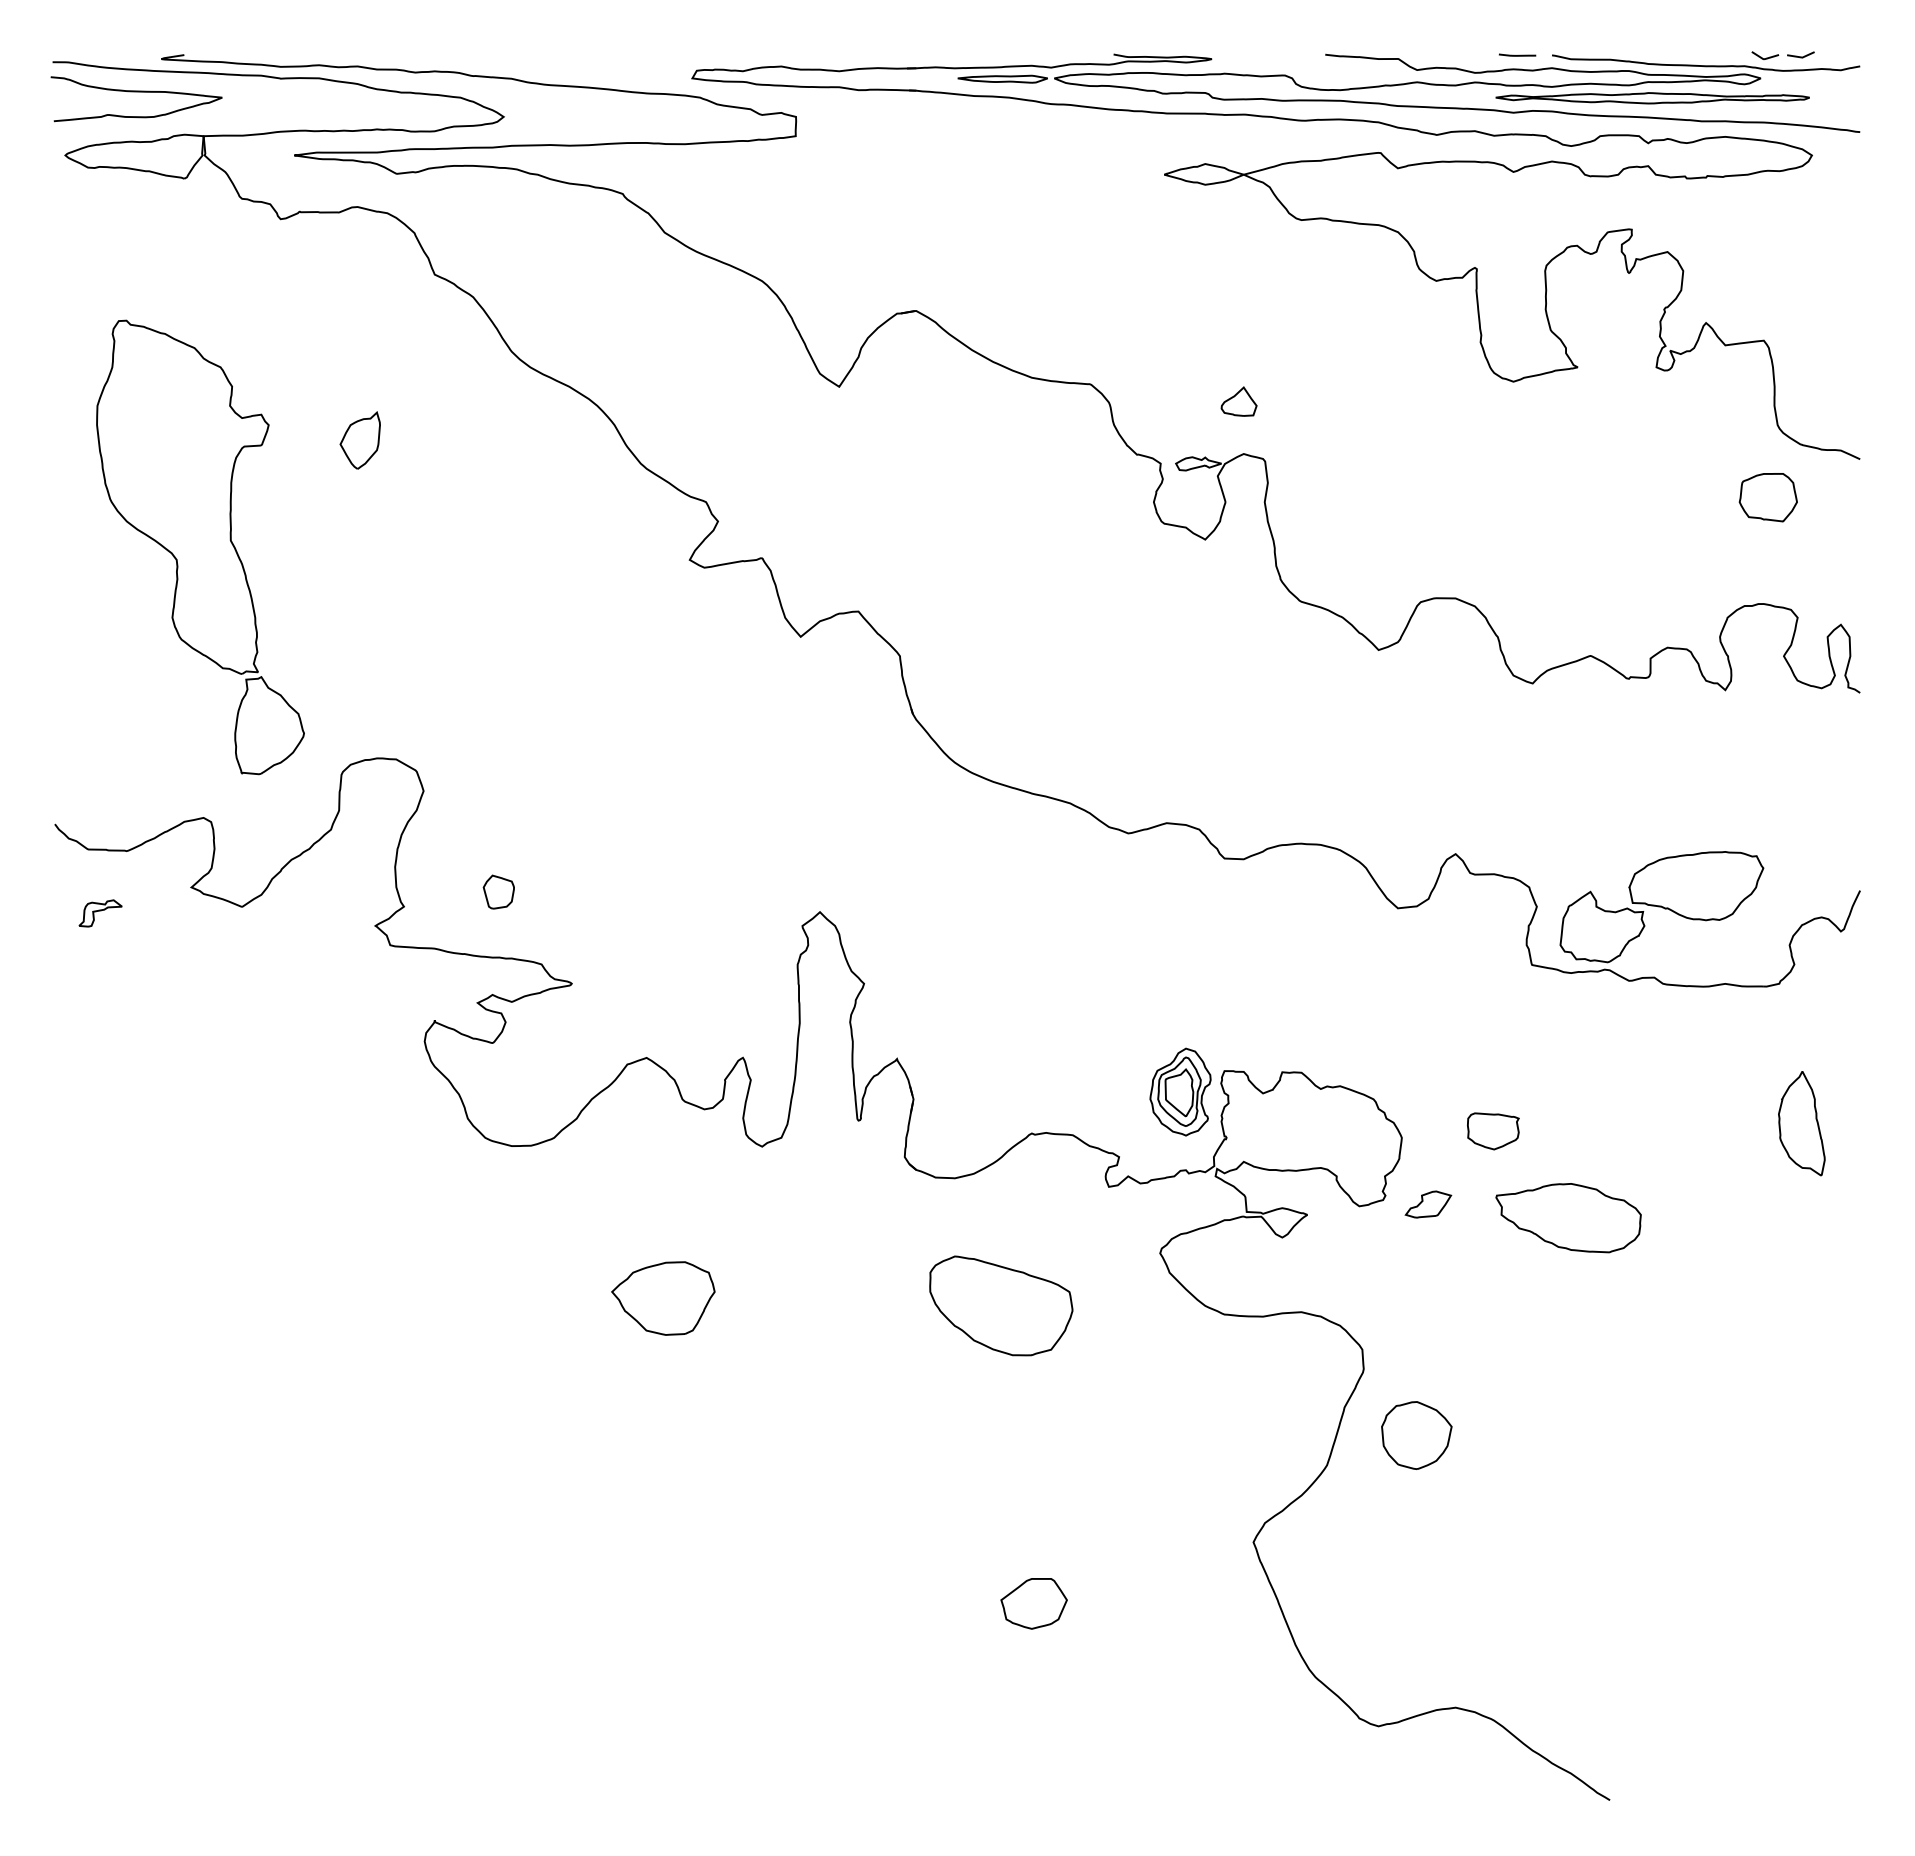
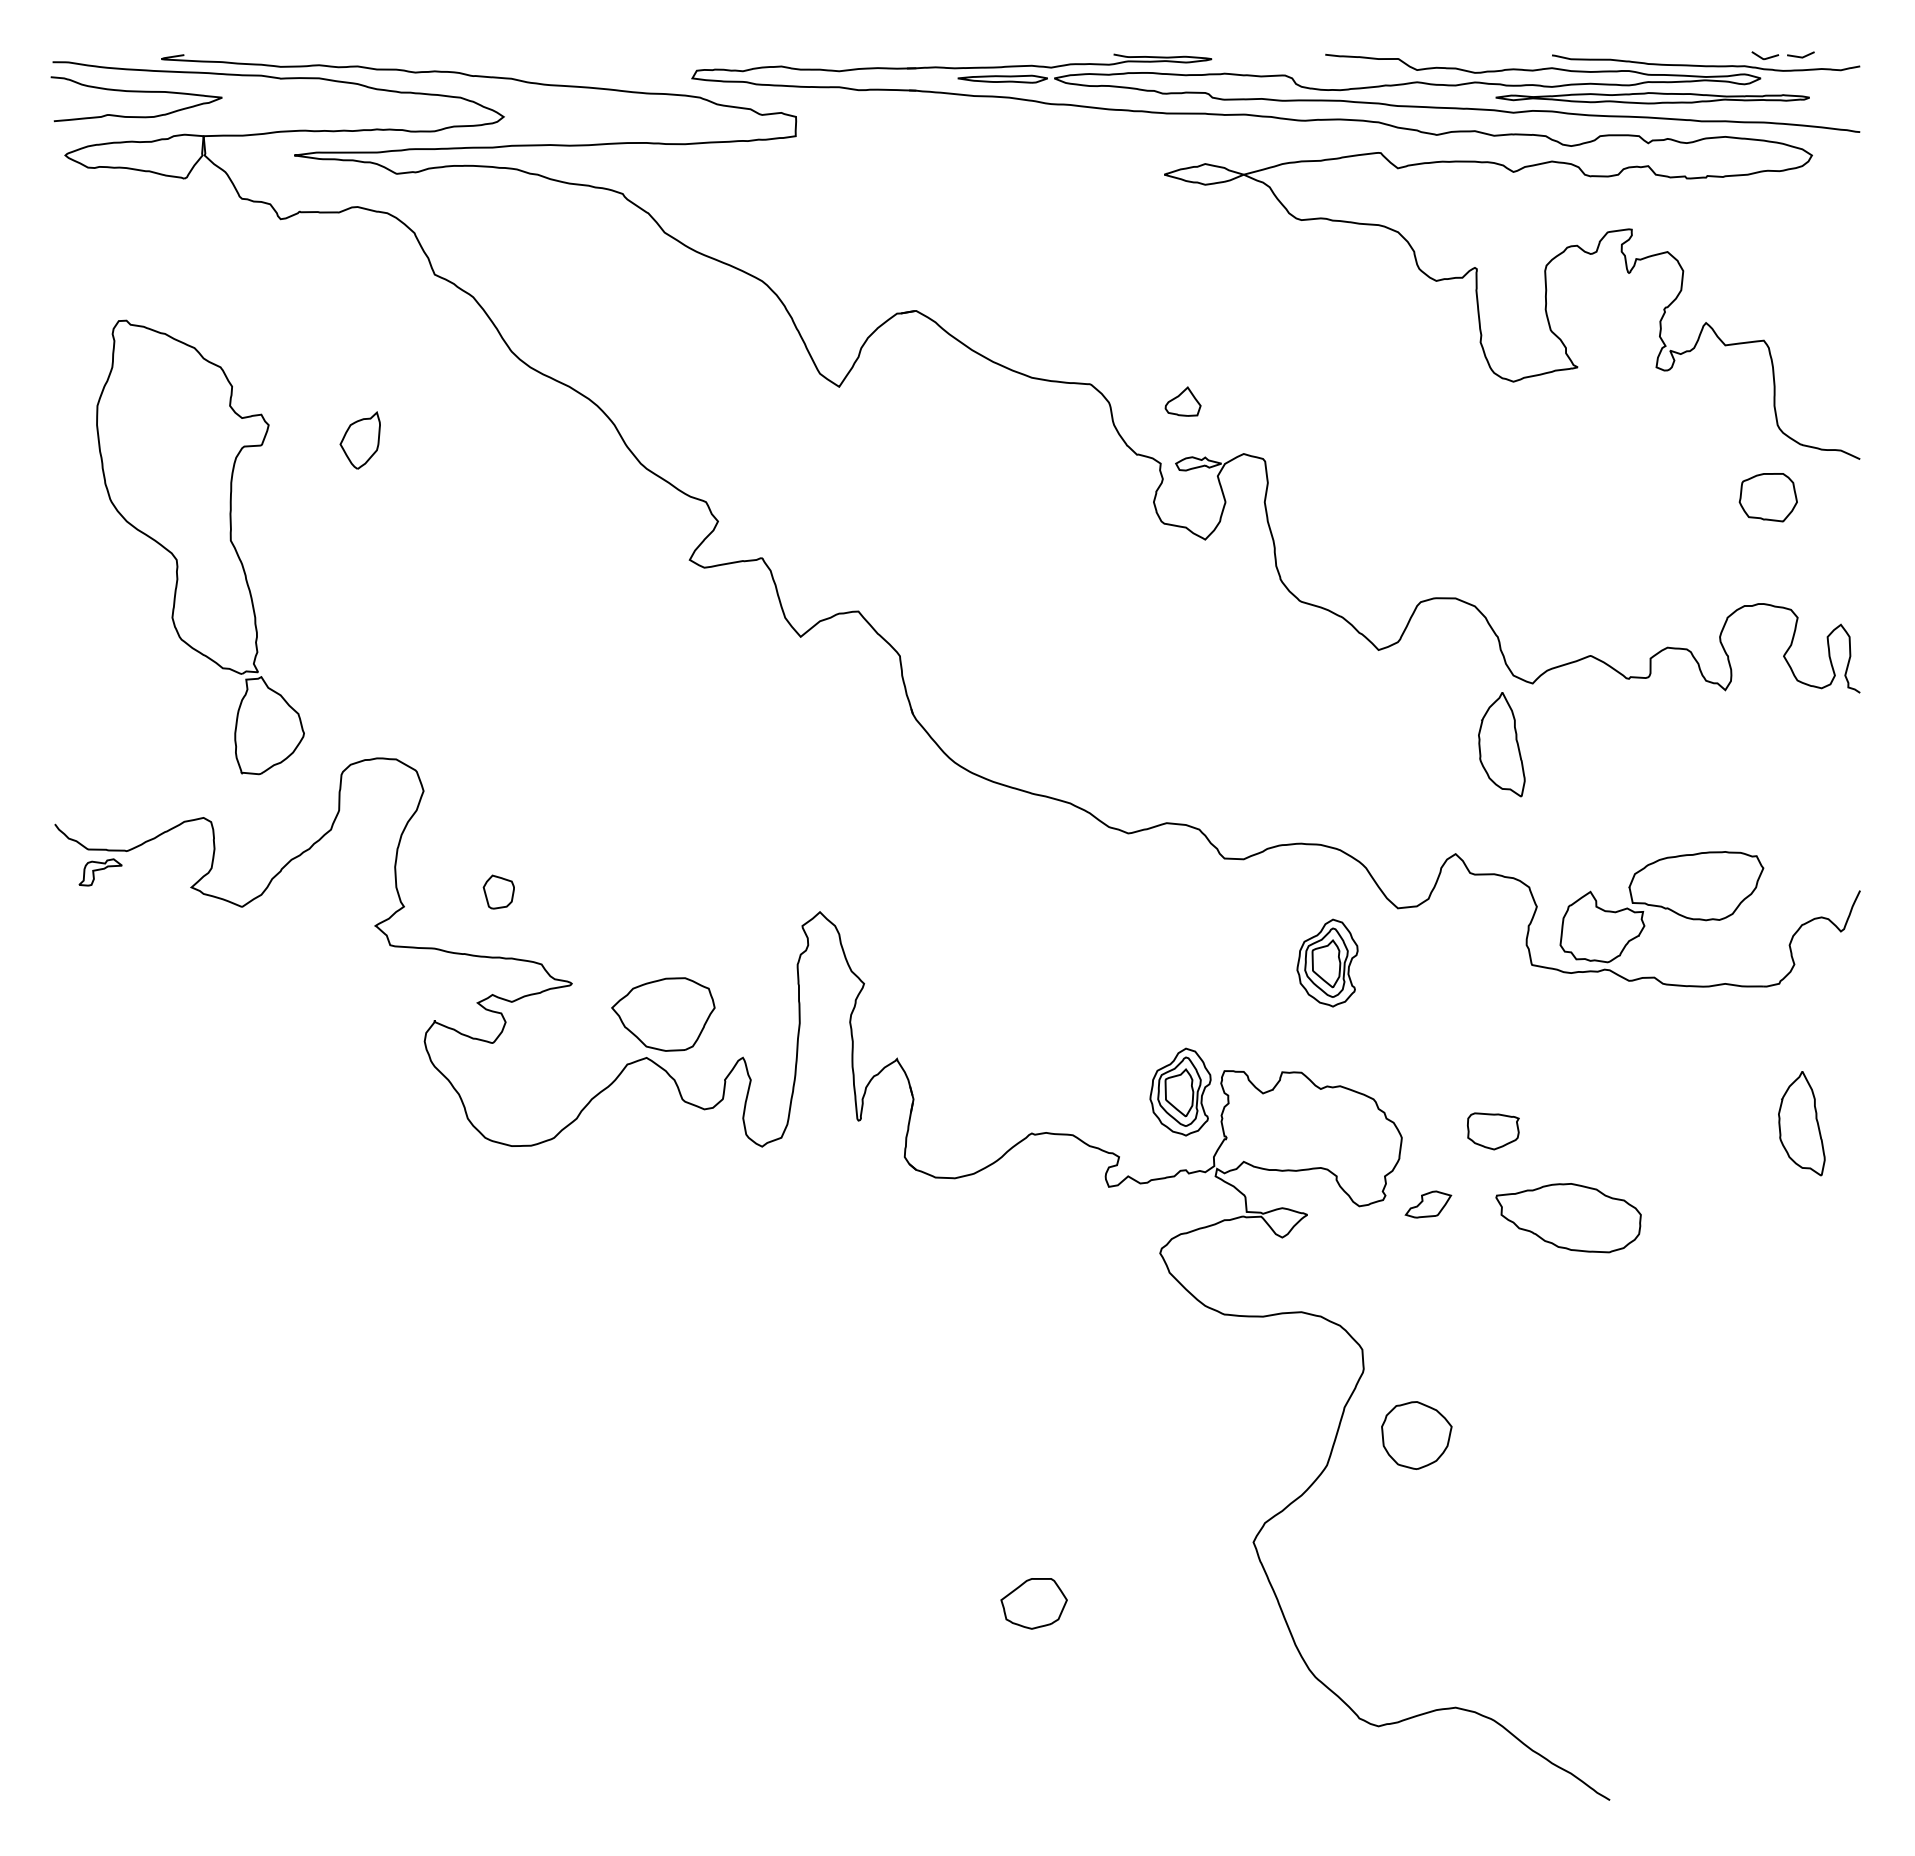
line at (1518, 54): present -> none
part at (1238, 401) position: (1238, 401) -> (1182, 401)
part at (1501, 744): none -> present
part at (100, 913) position: (100, 913) -> (100, 872)
part at (1327, 962): none -> present
part at (663, 1298) position: (663, 1298) -> (663, 1014)
part at (1001, 1305): present -> none
